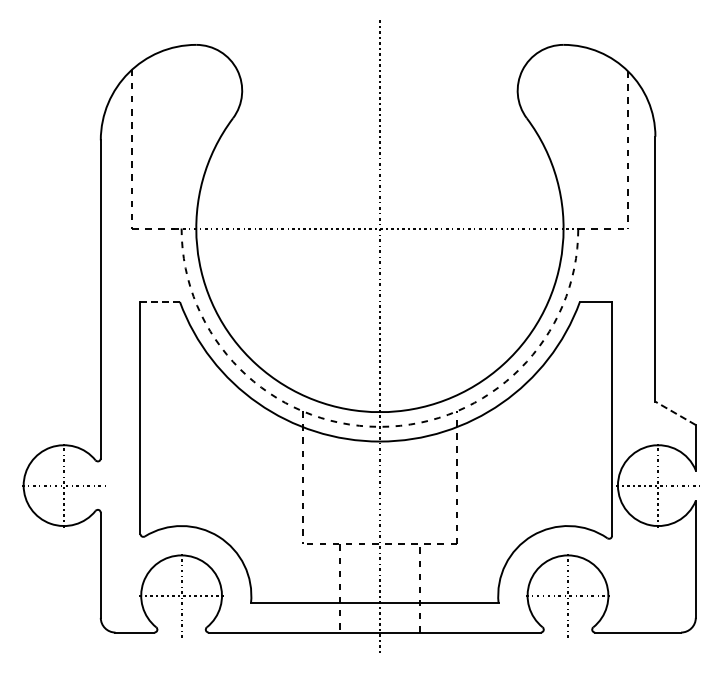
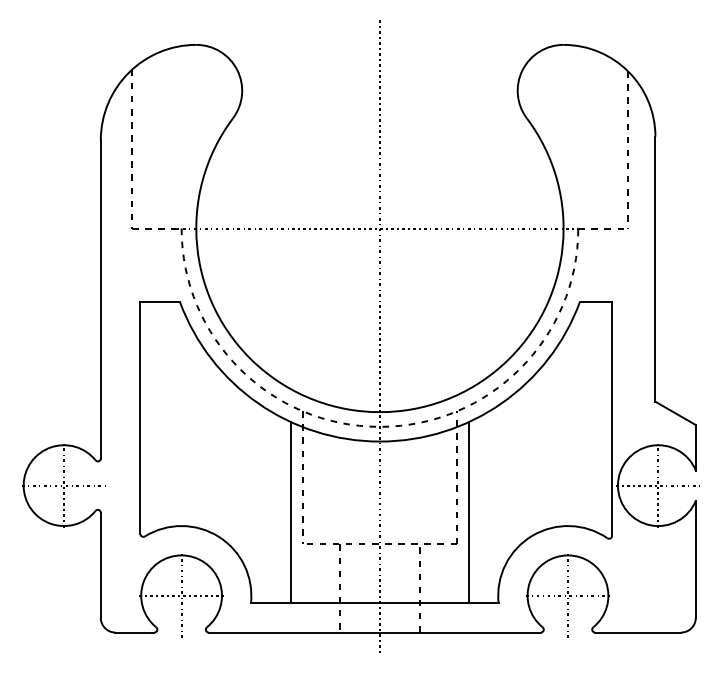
line at (160, 301): dashed -> solid
line at (675, 413): dashed -> solid
line at (290, 512): none -> present
line at (469, 512): none -> present
